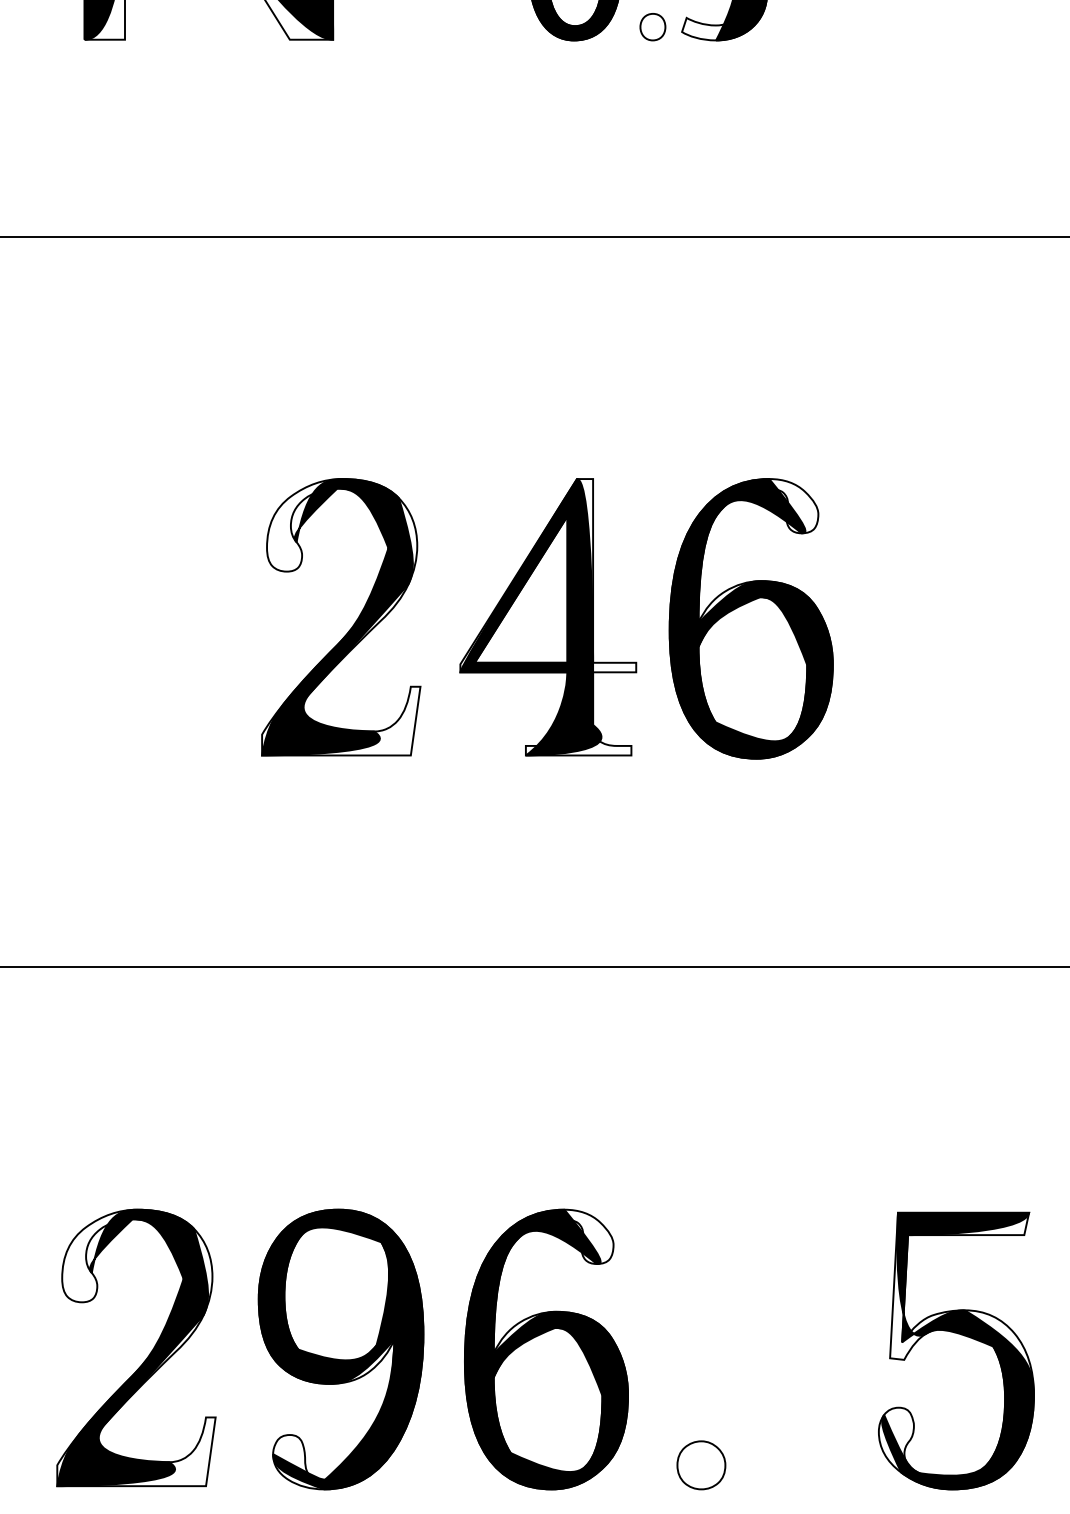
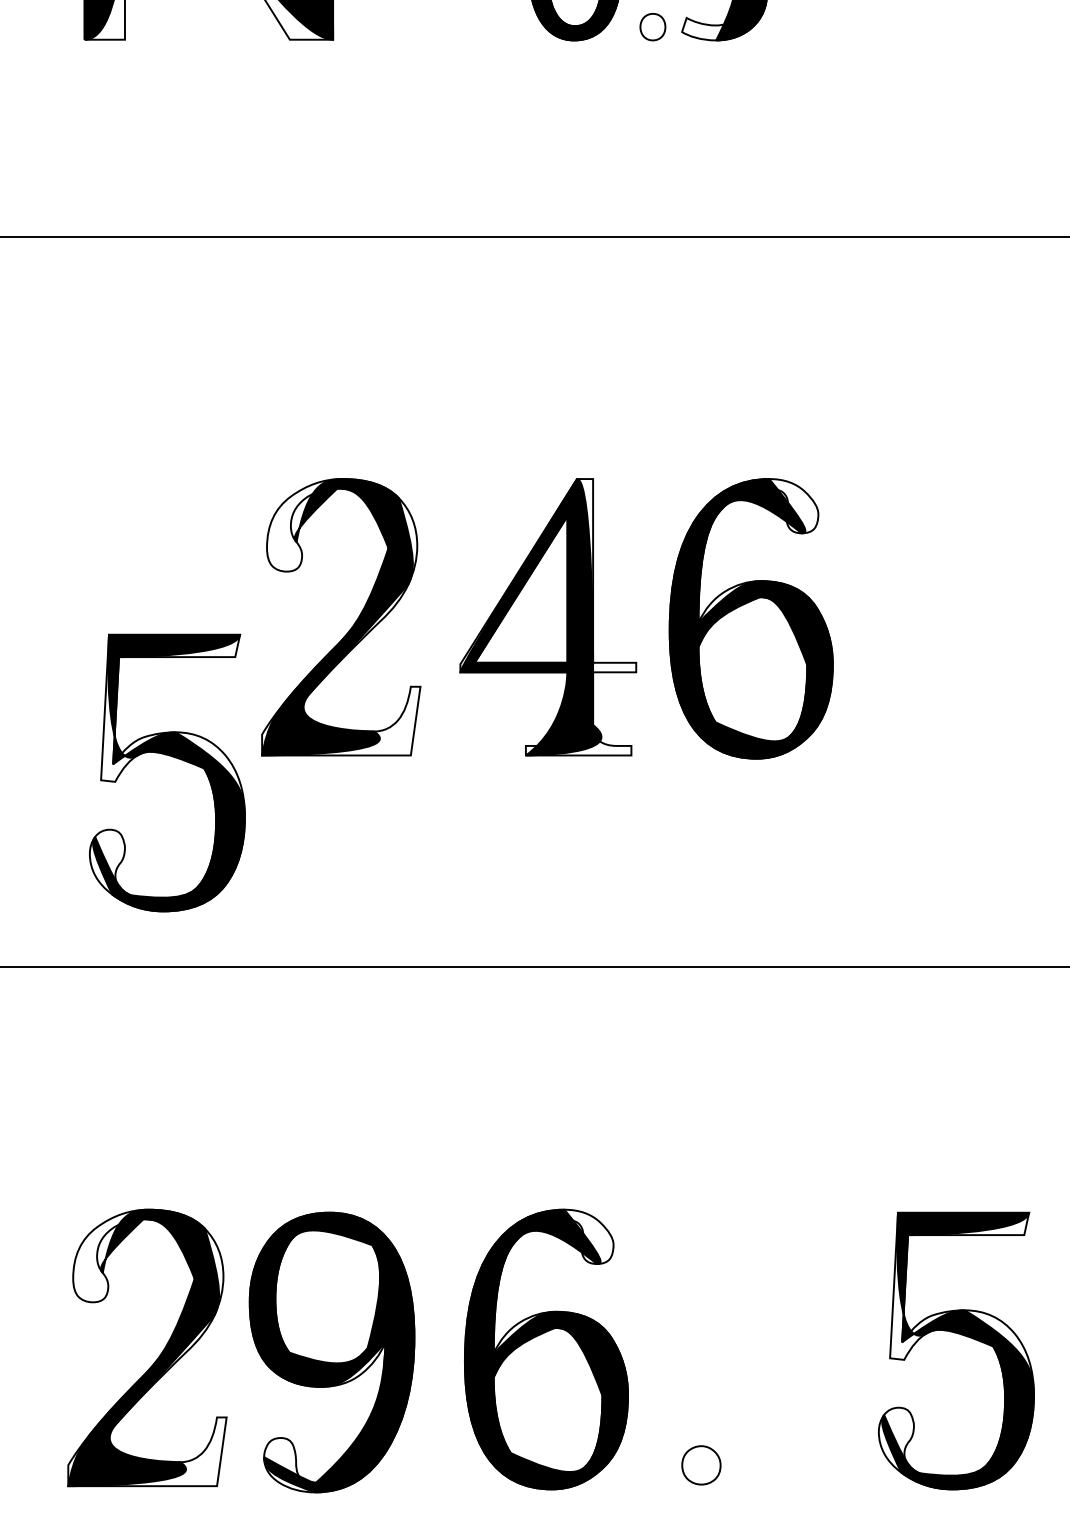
part at (172, 757): none -> present
part at (340, 1349) position: (340, 1349) -> (331, 1352)
part at (146, 1357) position: (146, 1357) -> (157, 1357)
part at (701, 1465) size: 51x51 px -> 41x41 px
